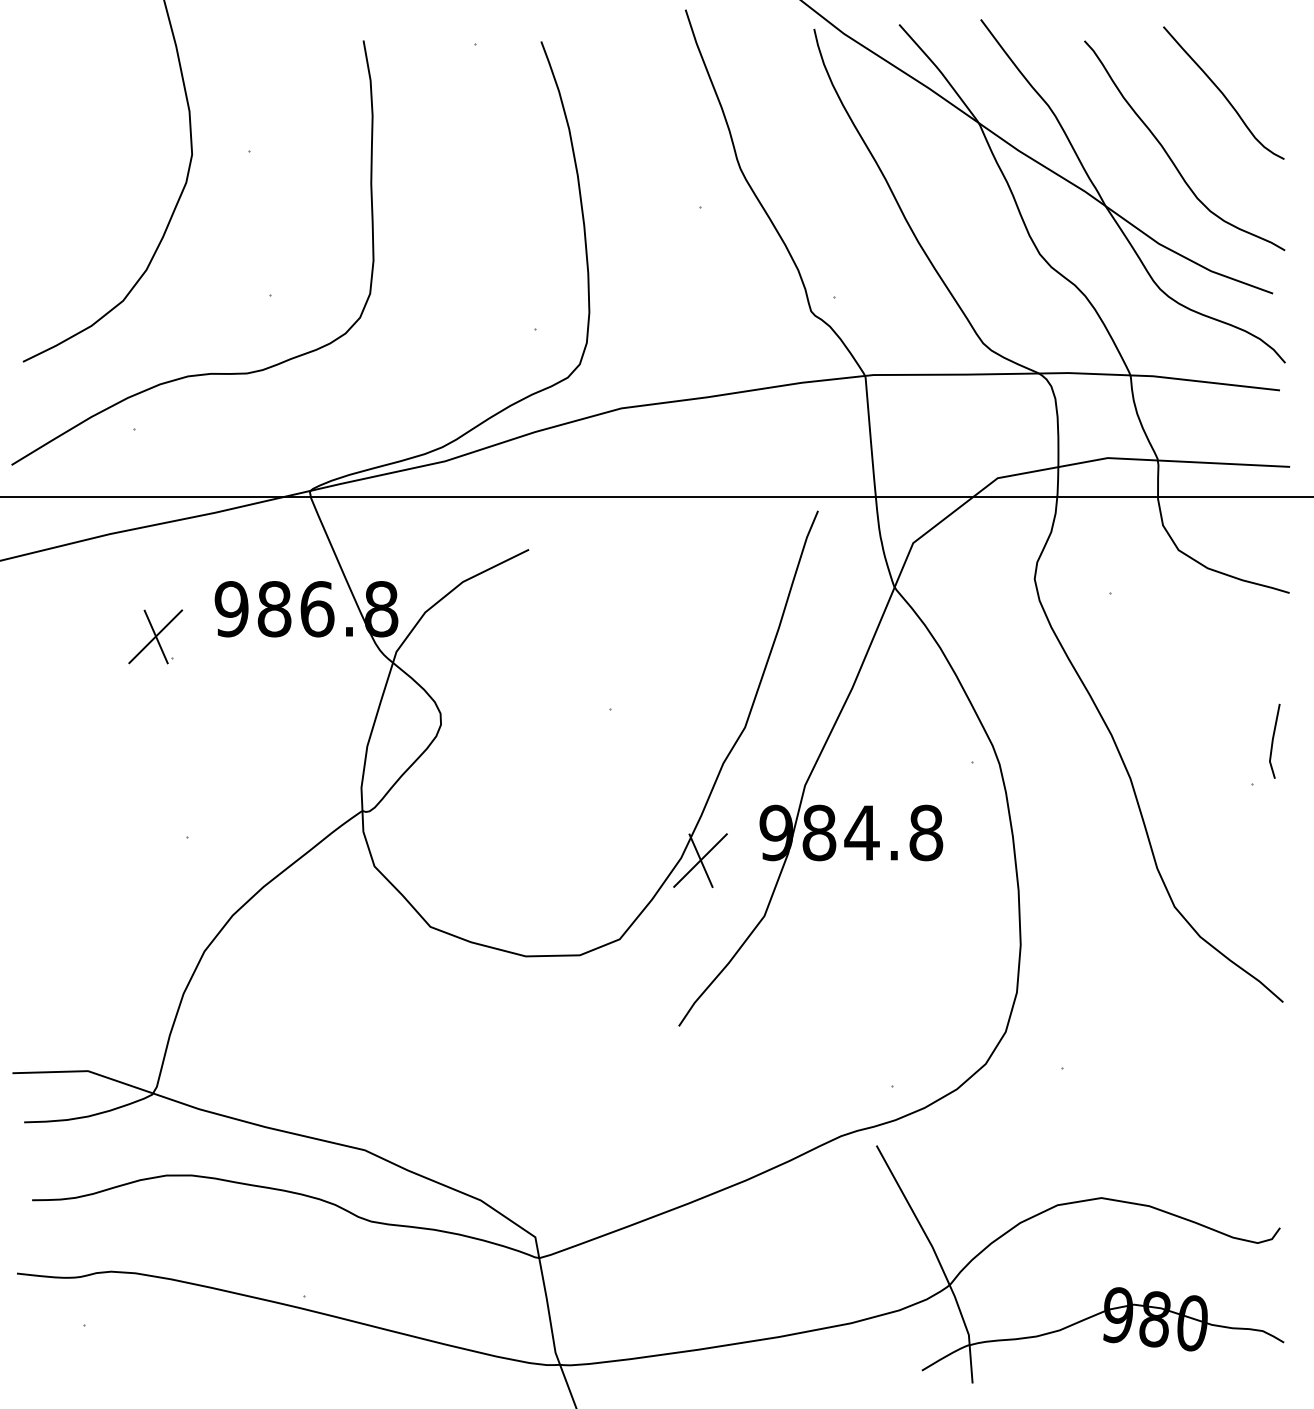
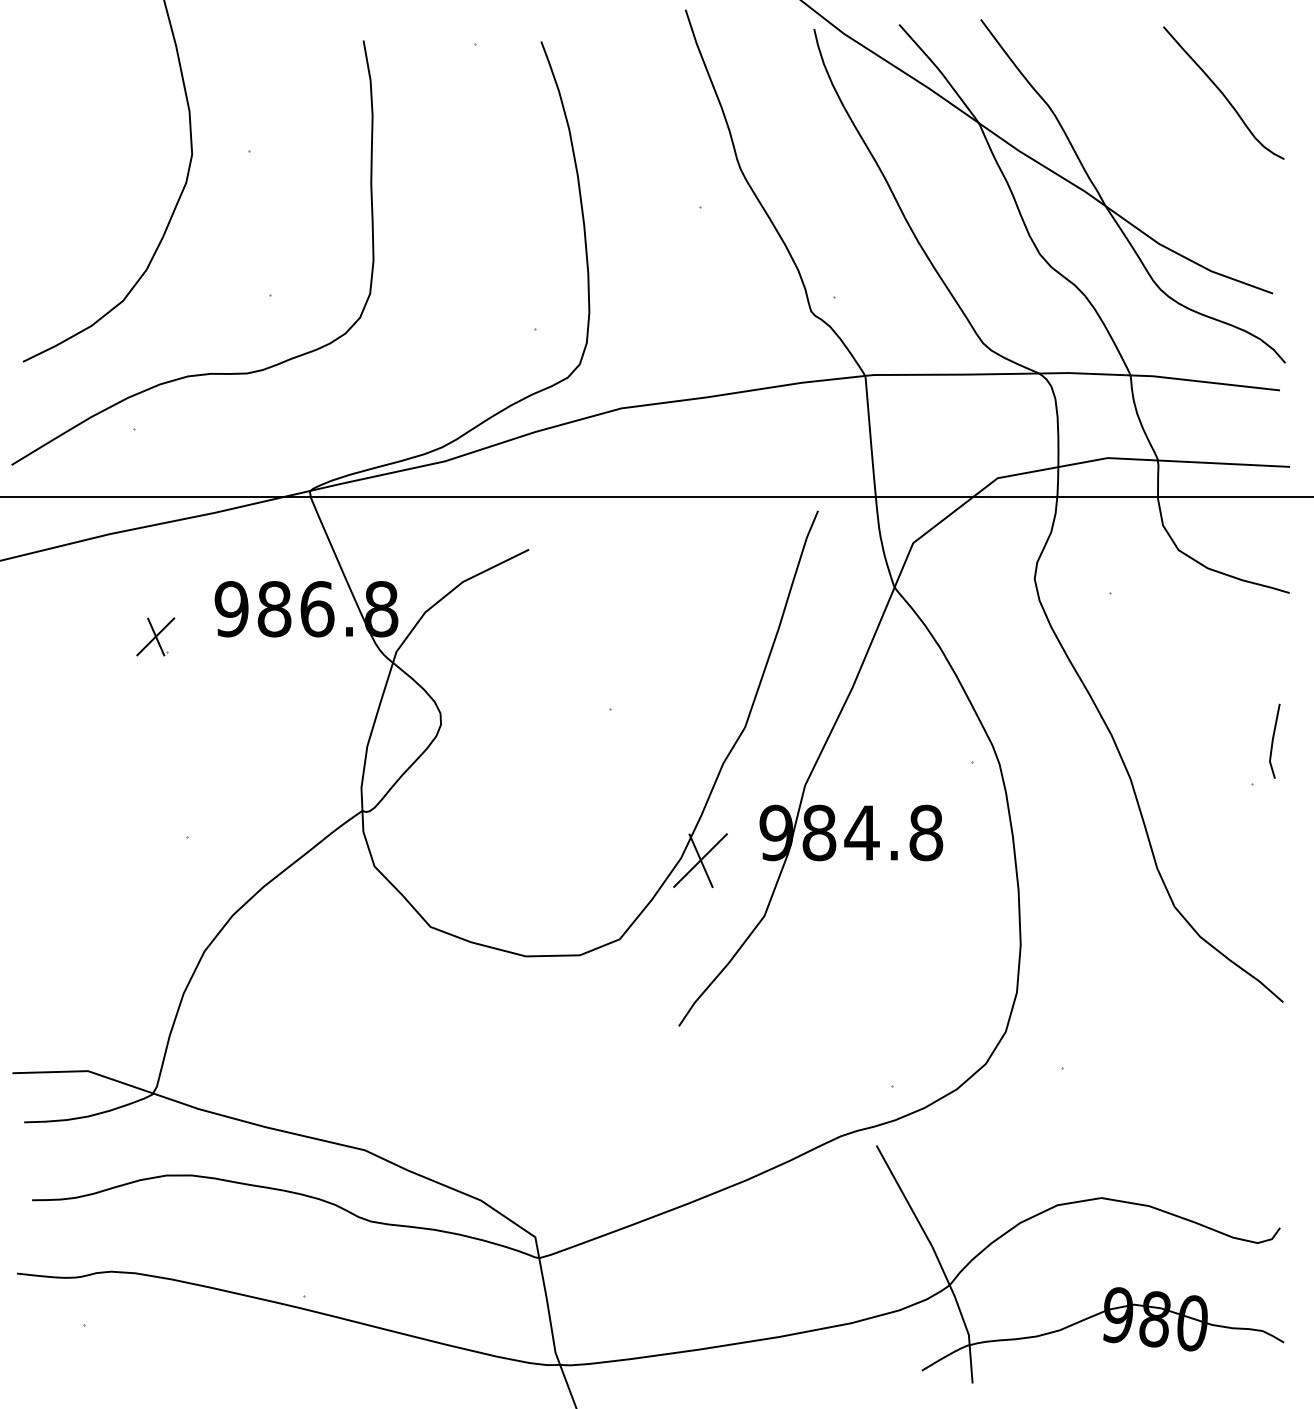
curve at (1169, 155): present -> none
part at (155, 636) size: 56x56 px -> 40x40 px
